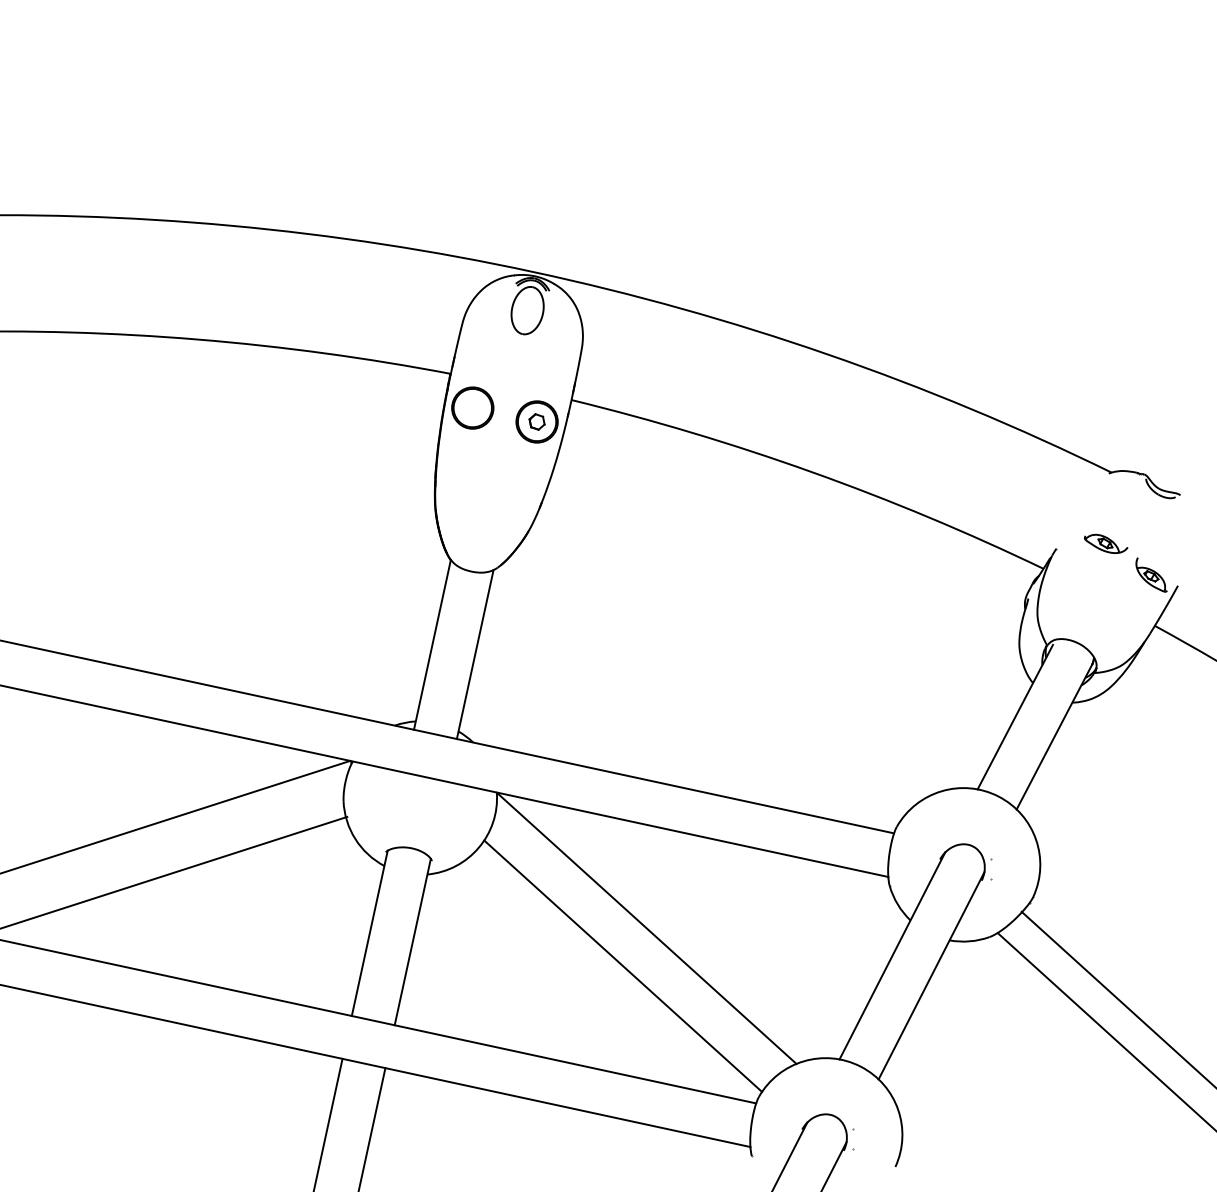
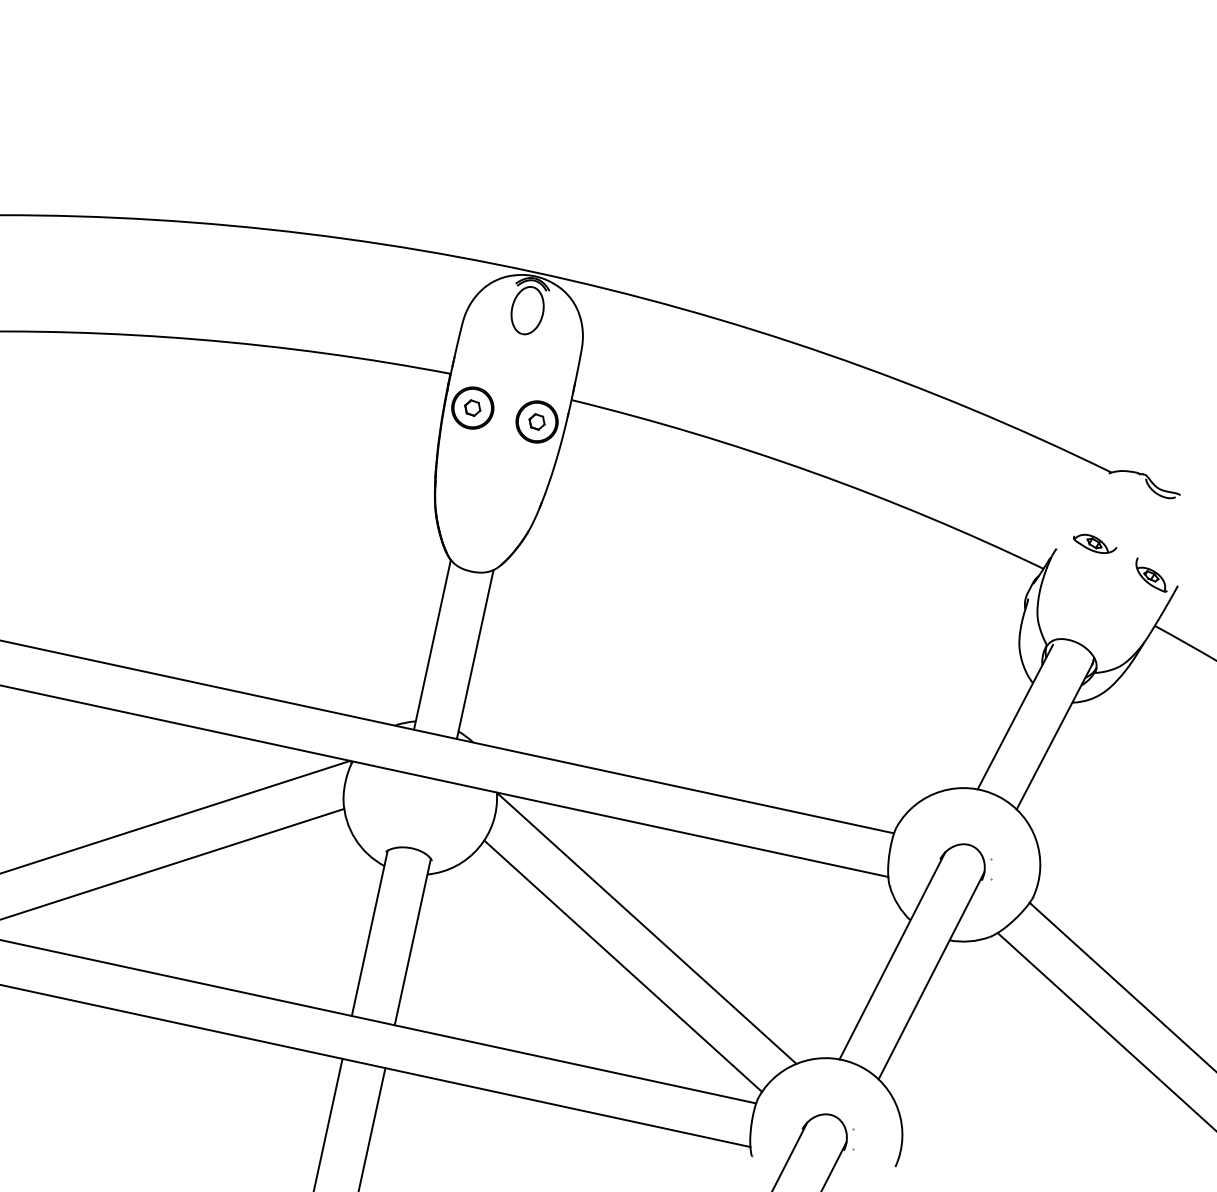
part at (472, 407): none -> present
part at (1106, 543) position: (1106, 543) -> (1095, 543)
line at (174, 872) position: (174, 872) -> (173, 863)
line at (1117, 998) position: (1117, 998) -> (1121, 985)
